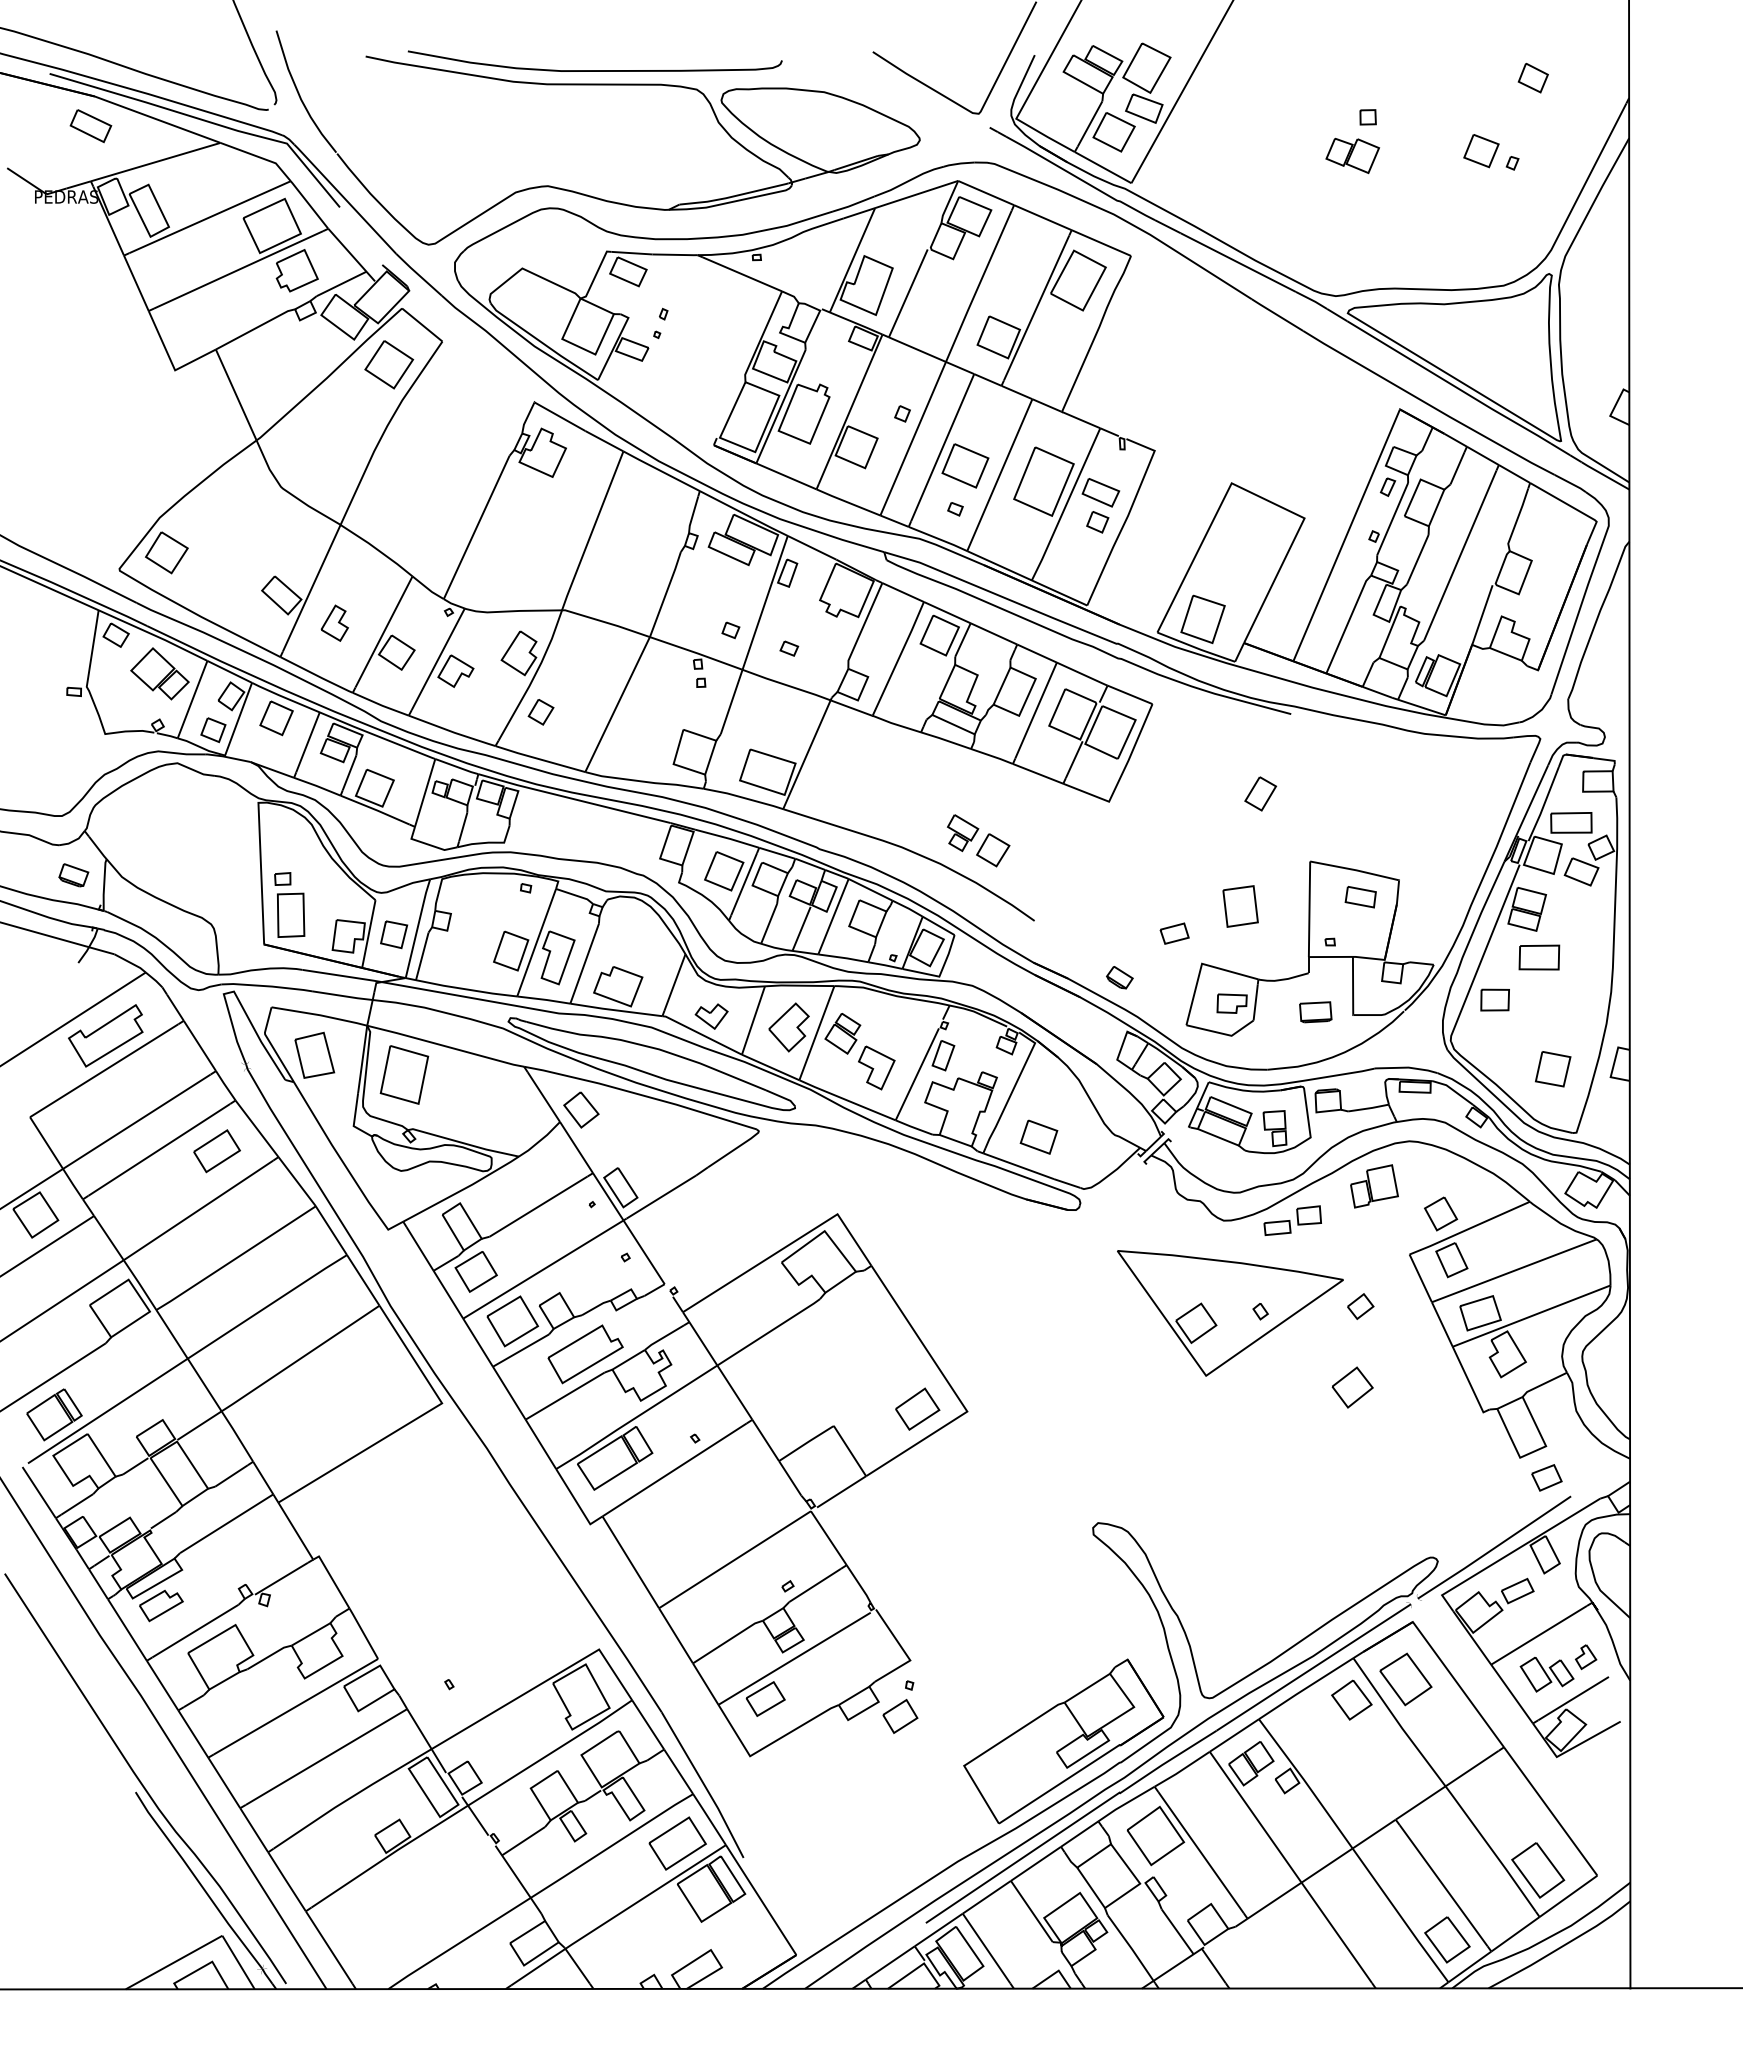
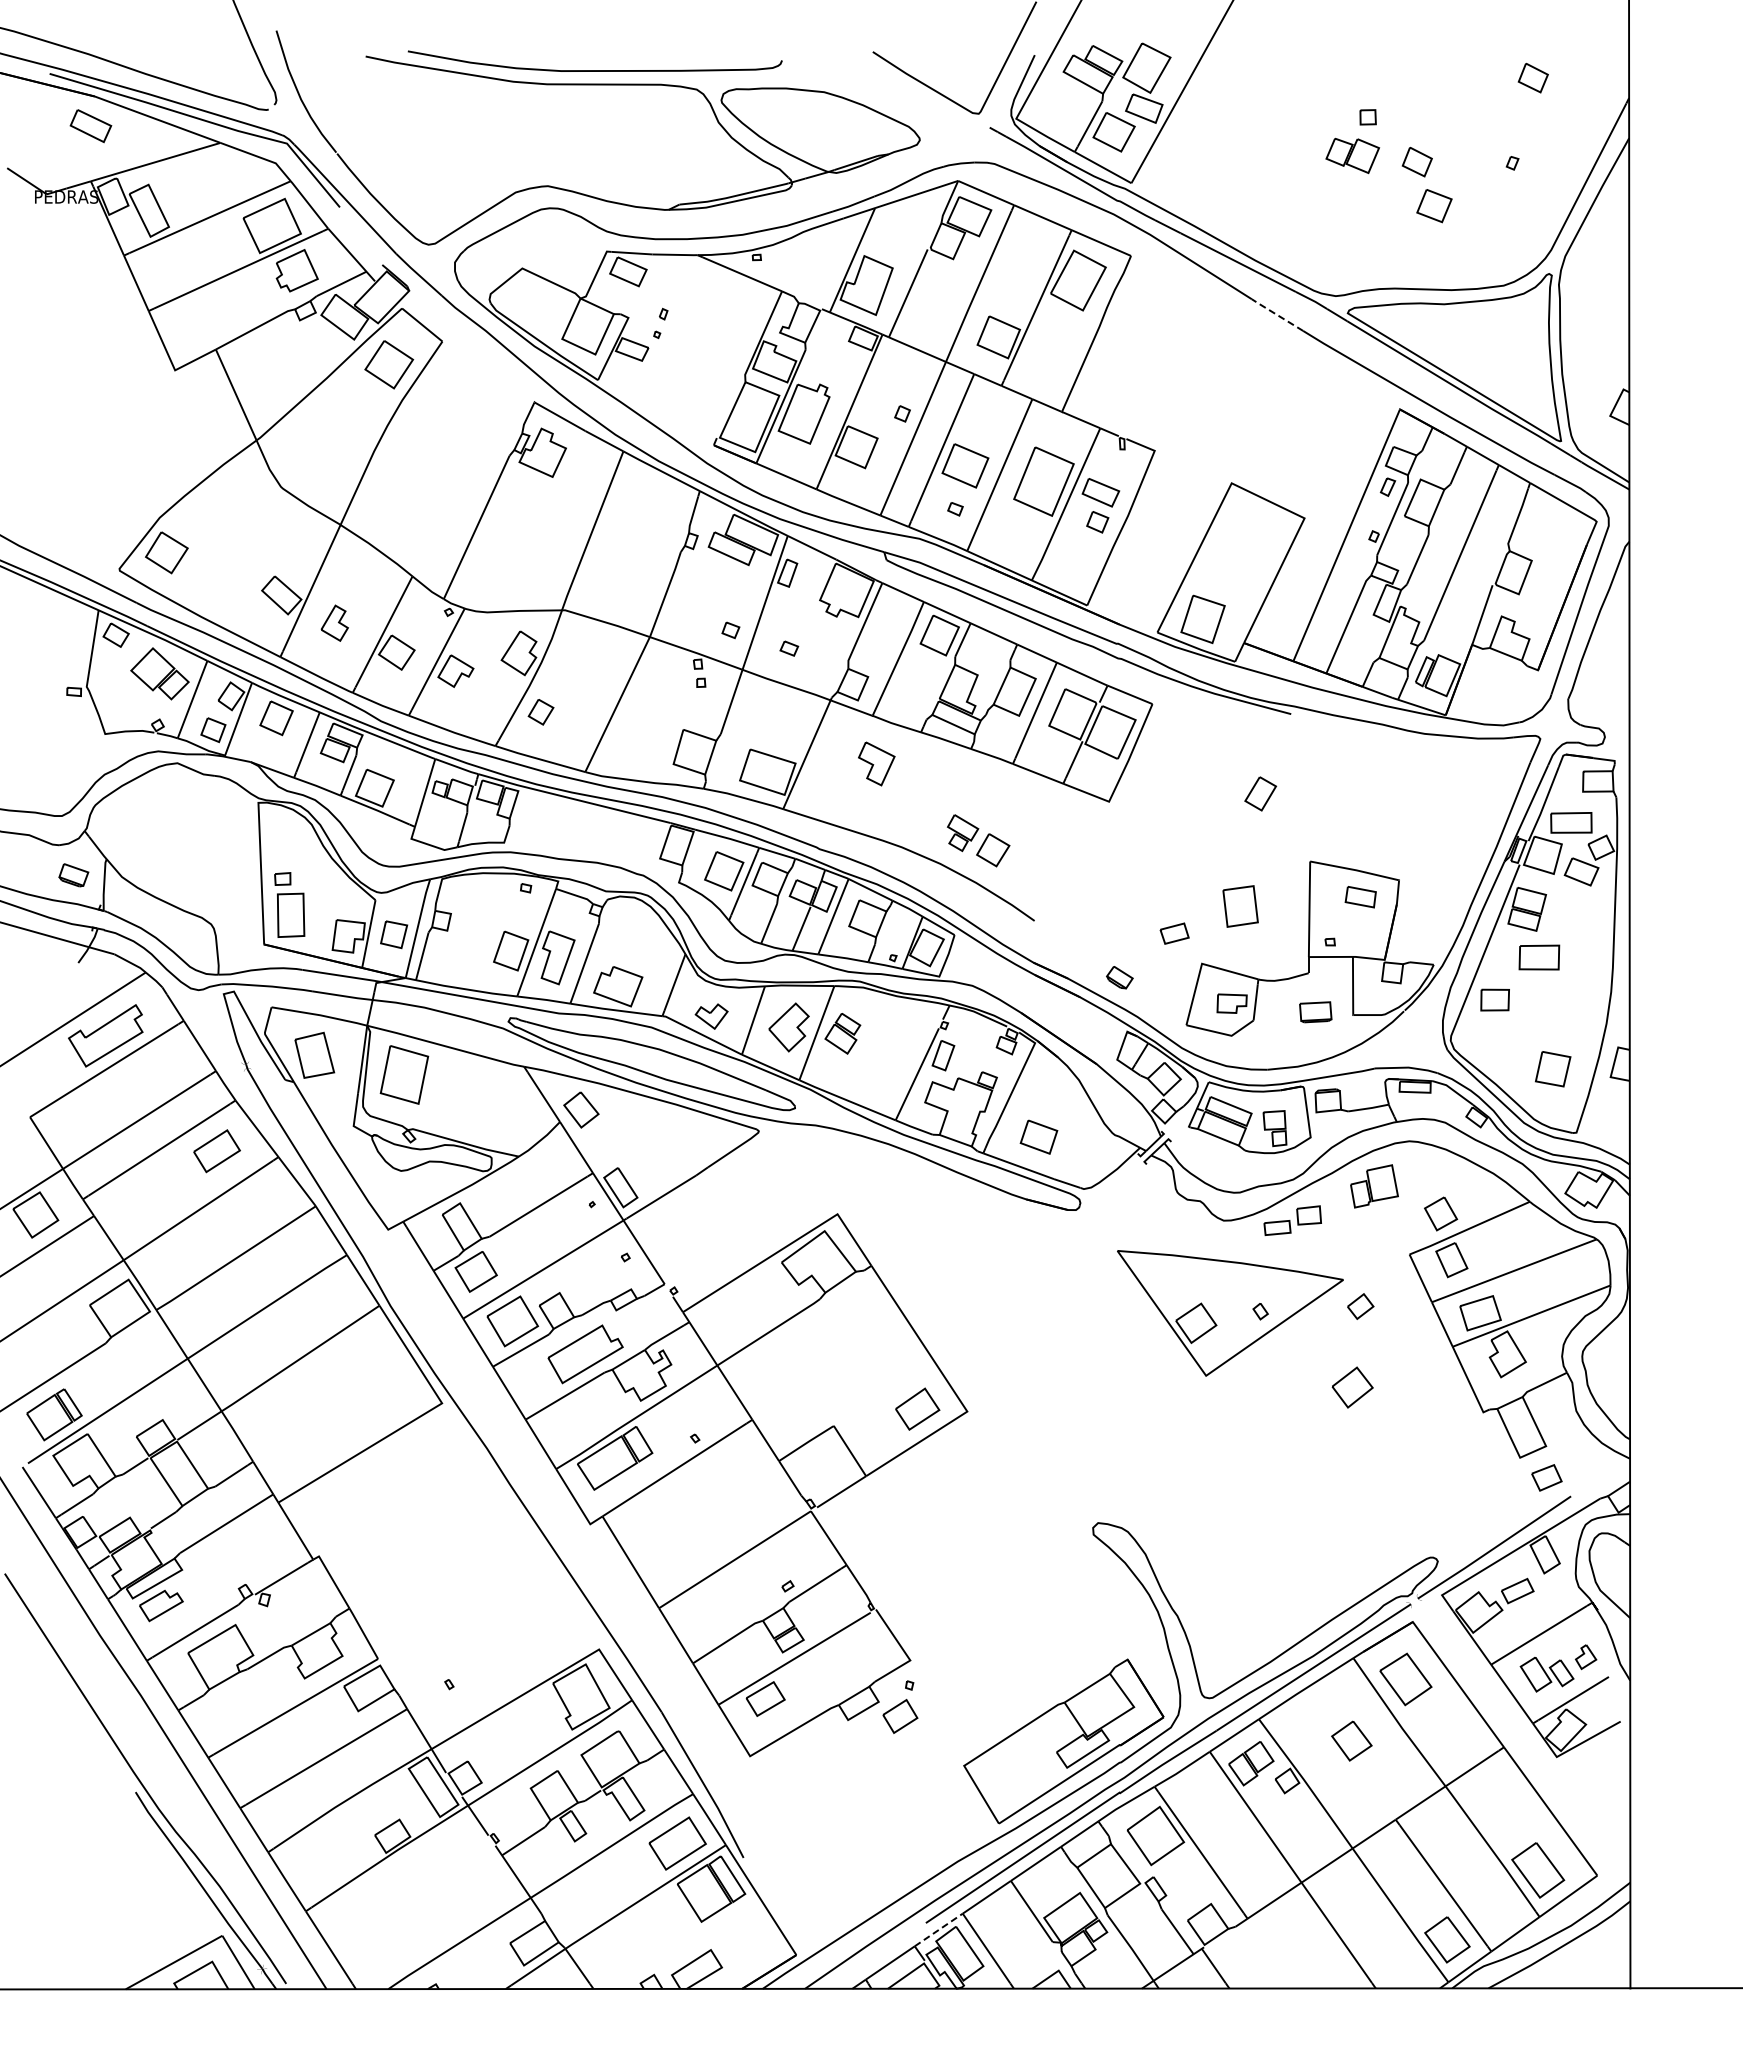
part at (1481, 151) position: (1481, 151) -> (1434, 206)
part at (1416, 162): none -> present
line at (1276, 314): solid -> dashed
part at (876, 1067) position: (876, 1067) -> (876, 763)
part at (1351, 1699) position: (1351, 1699) -> (1351, 1740)
line at (939, 1929): solid -> dashed
